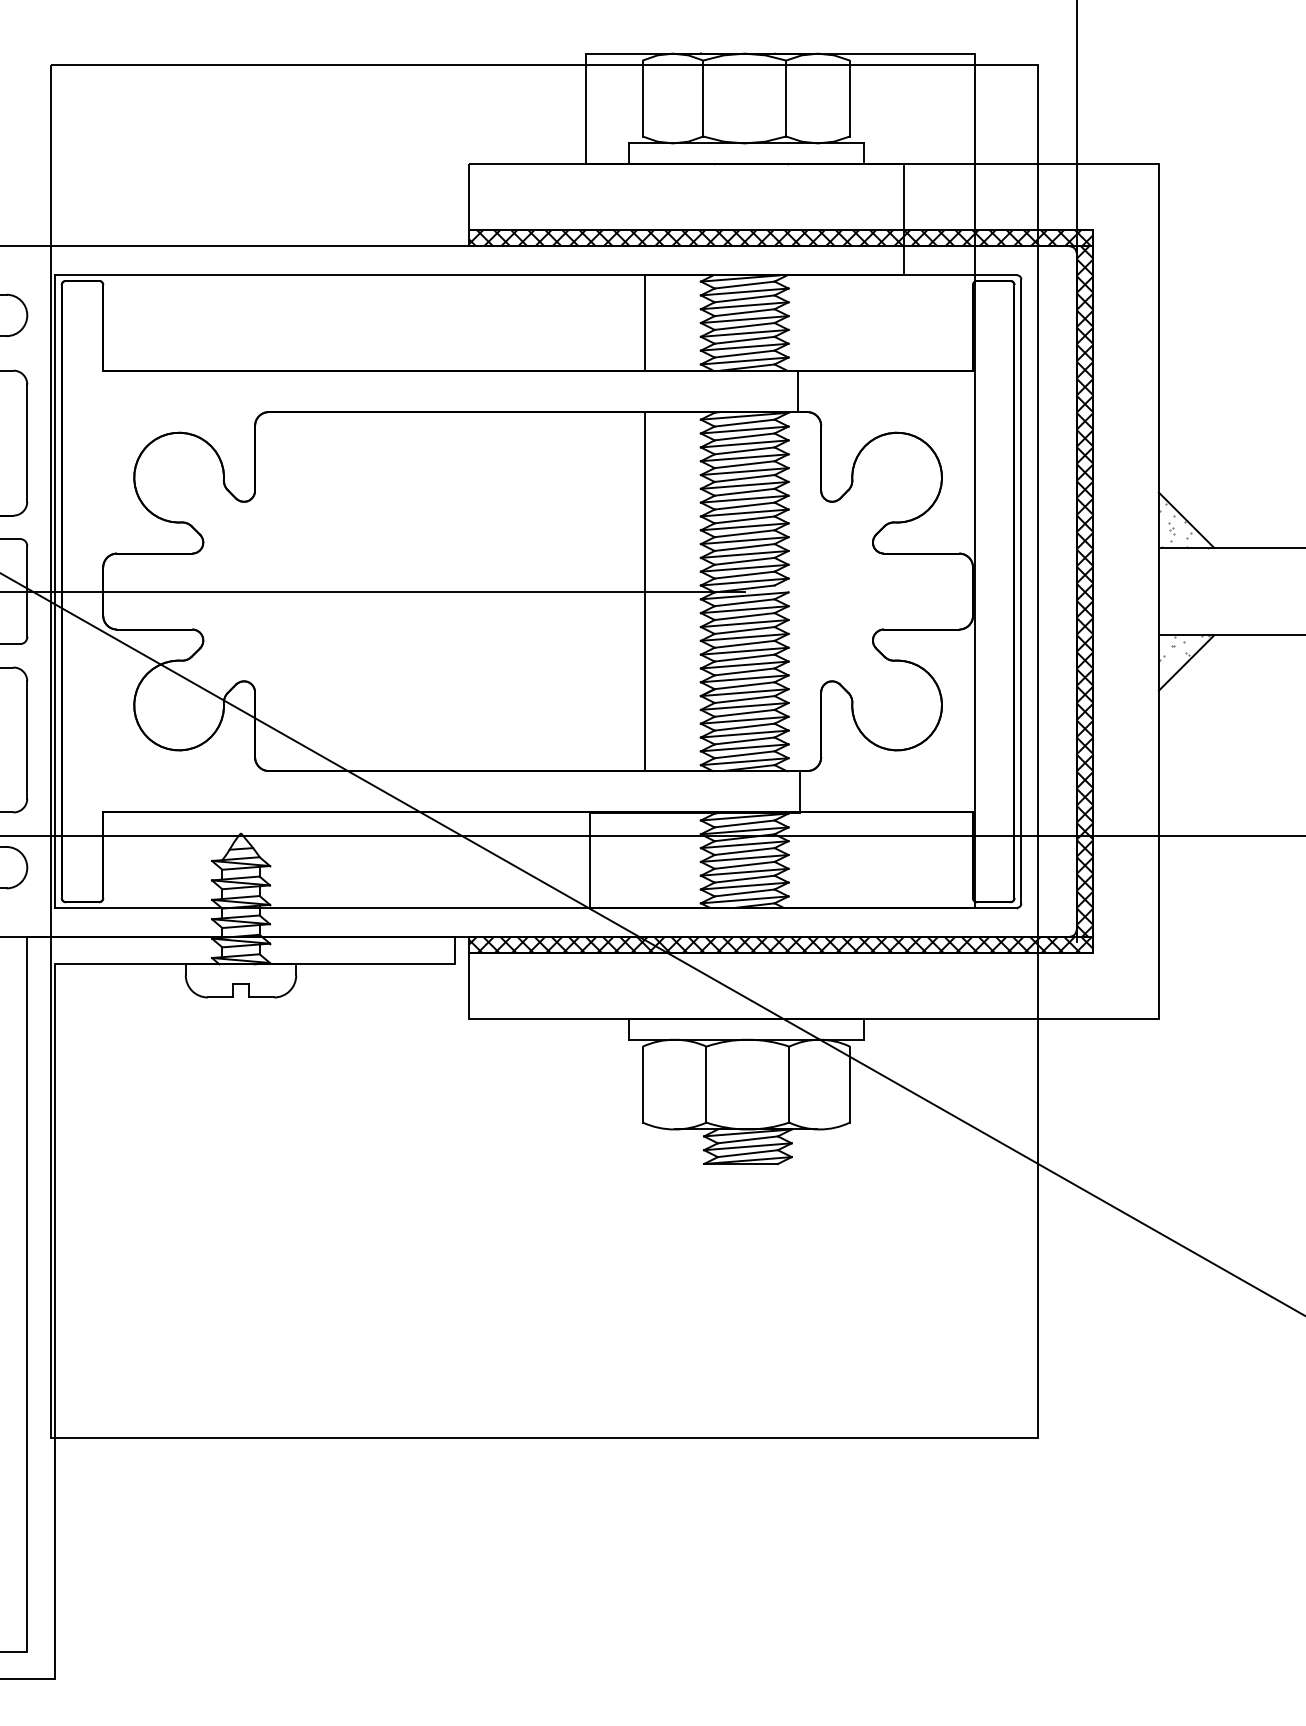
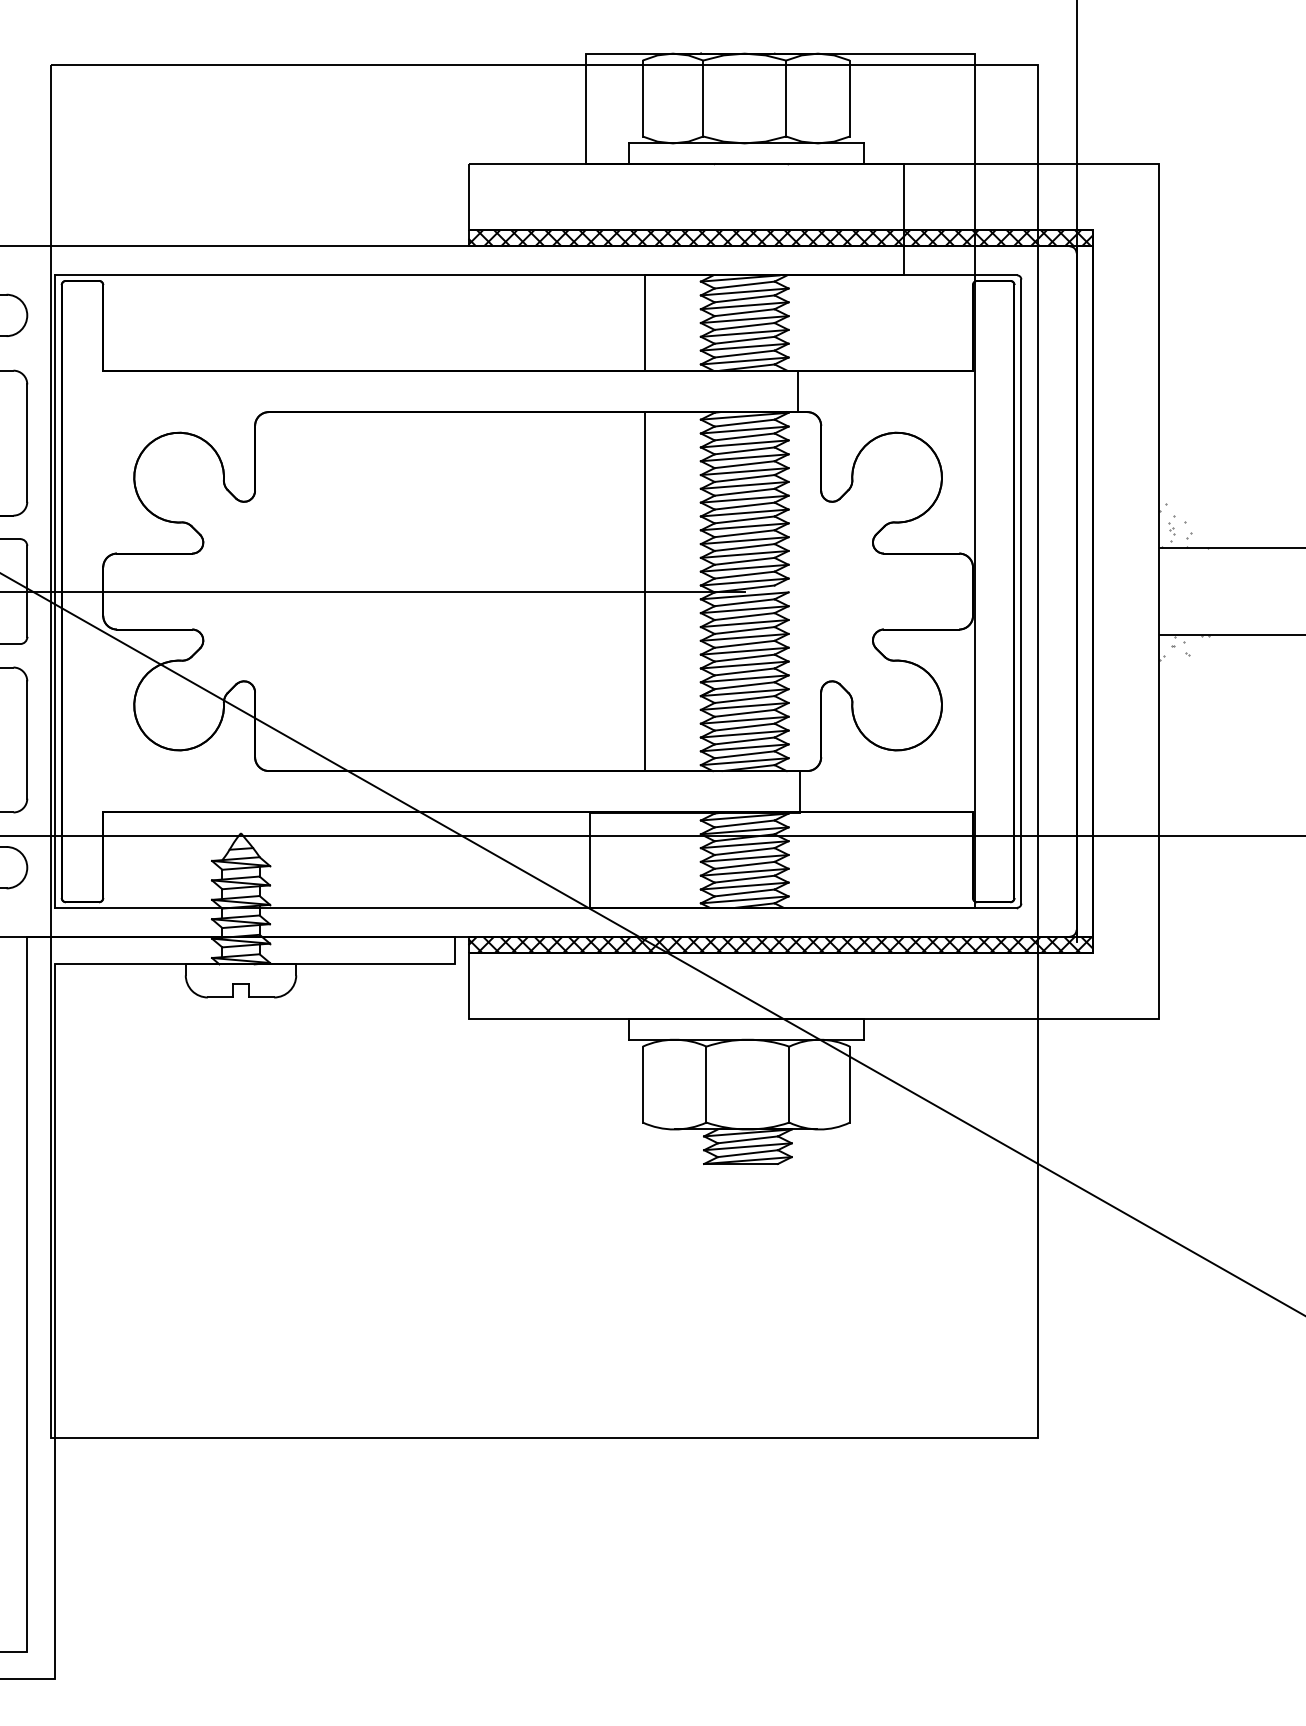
line at (1186, 519): present -> none
hatch at (1084, 591): present -> none
line at (1186, 662): present -> none
